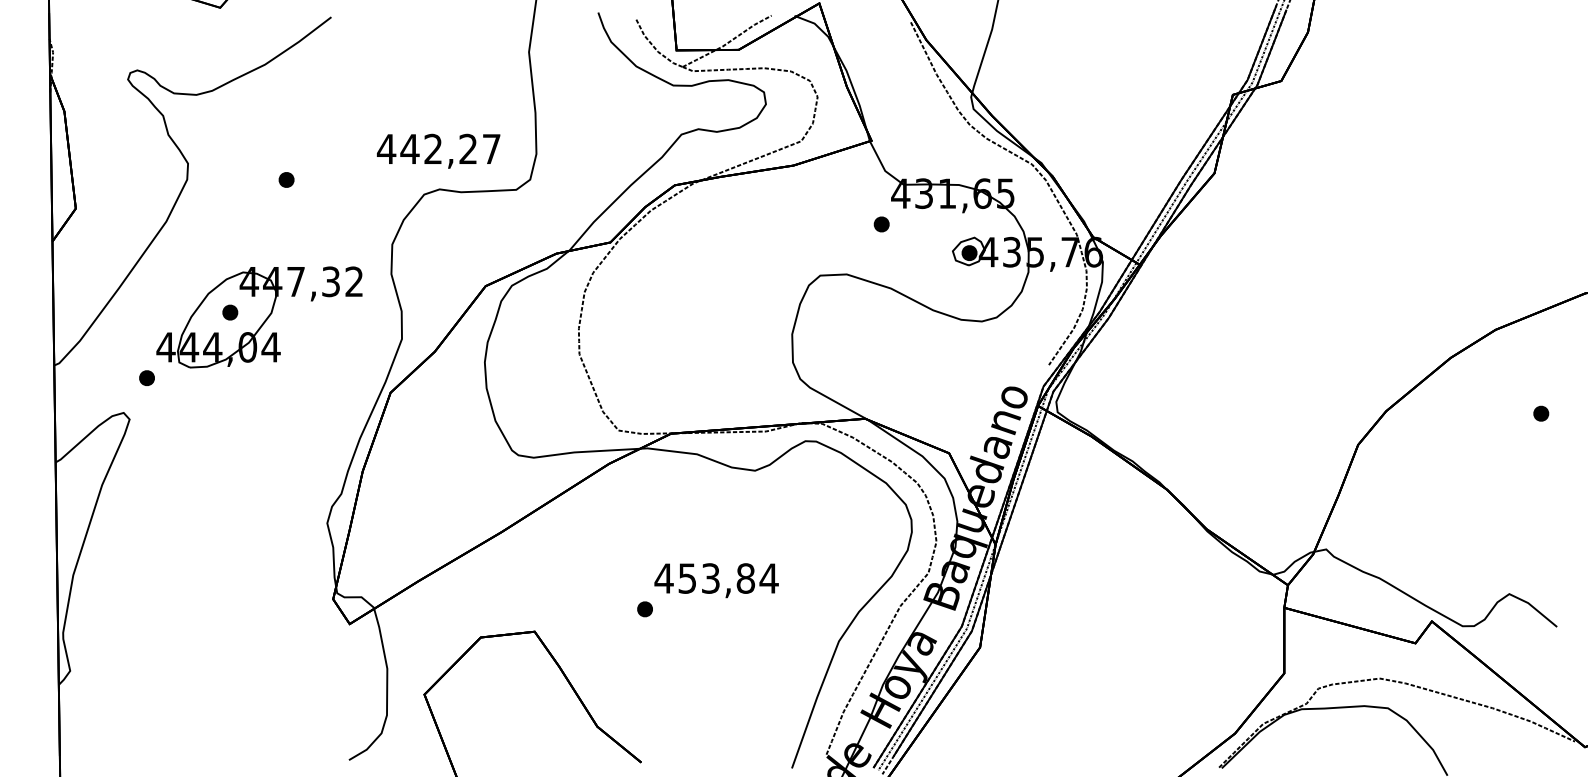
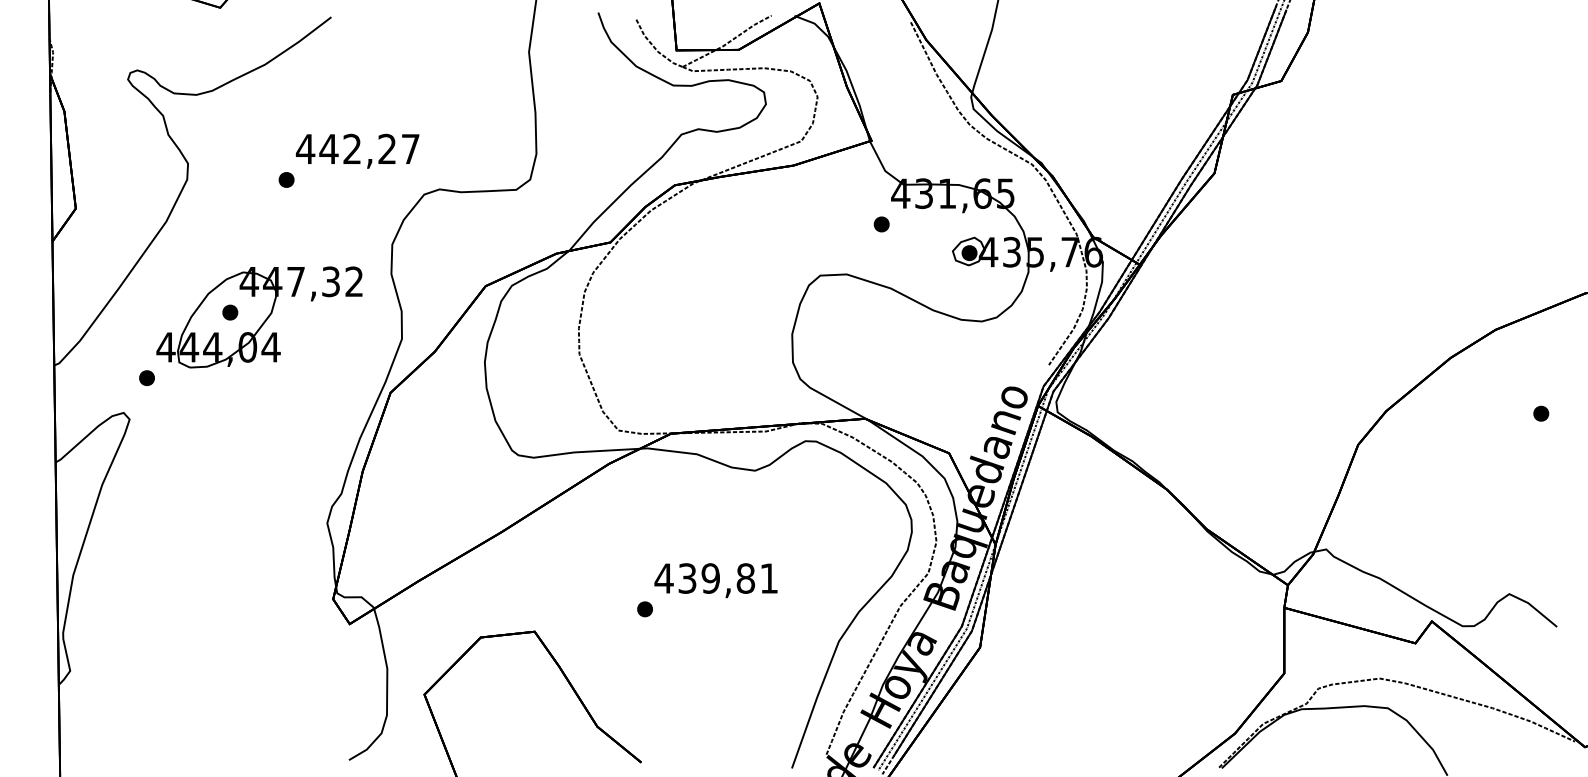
text at (438, 150) position: (438, 150) -> (357, 150)
text at (728, 578): 453,84 -> 439,81
